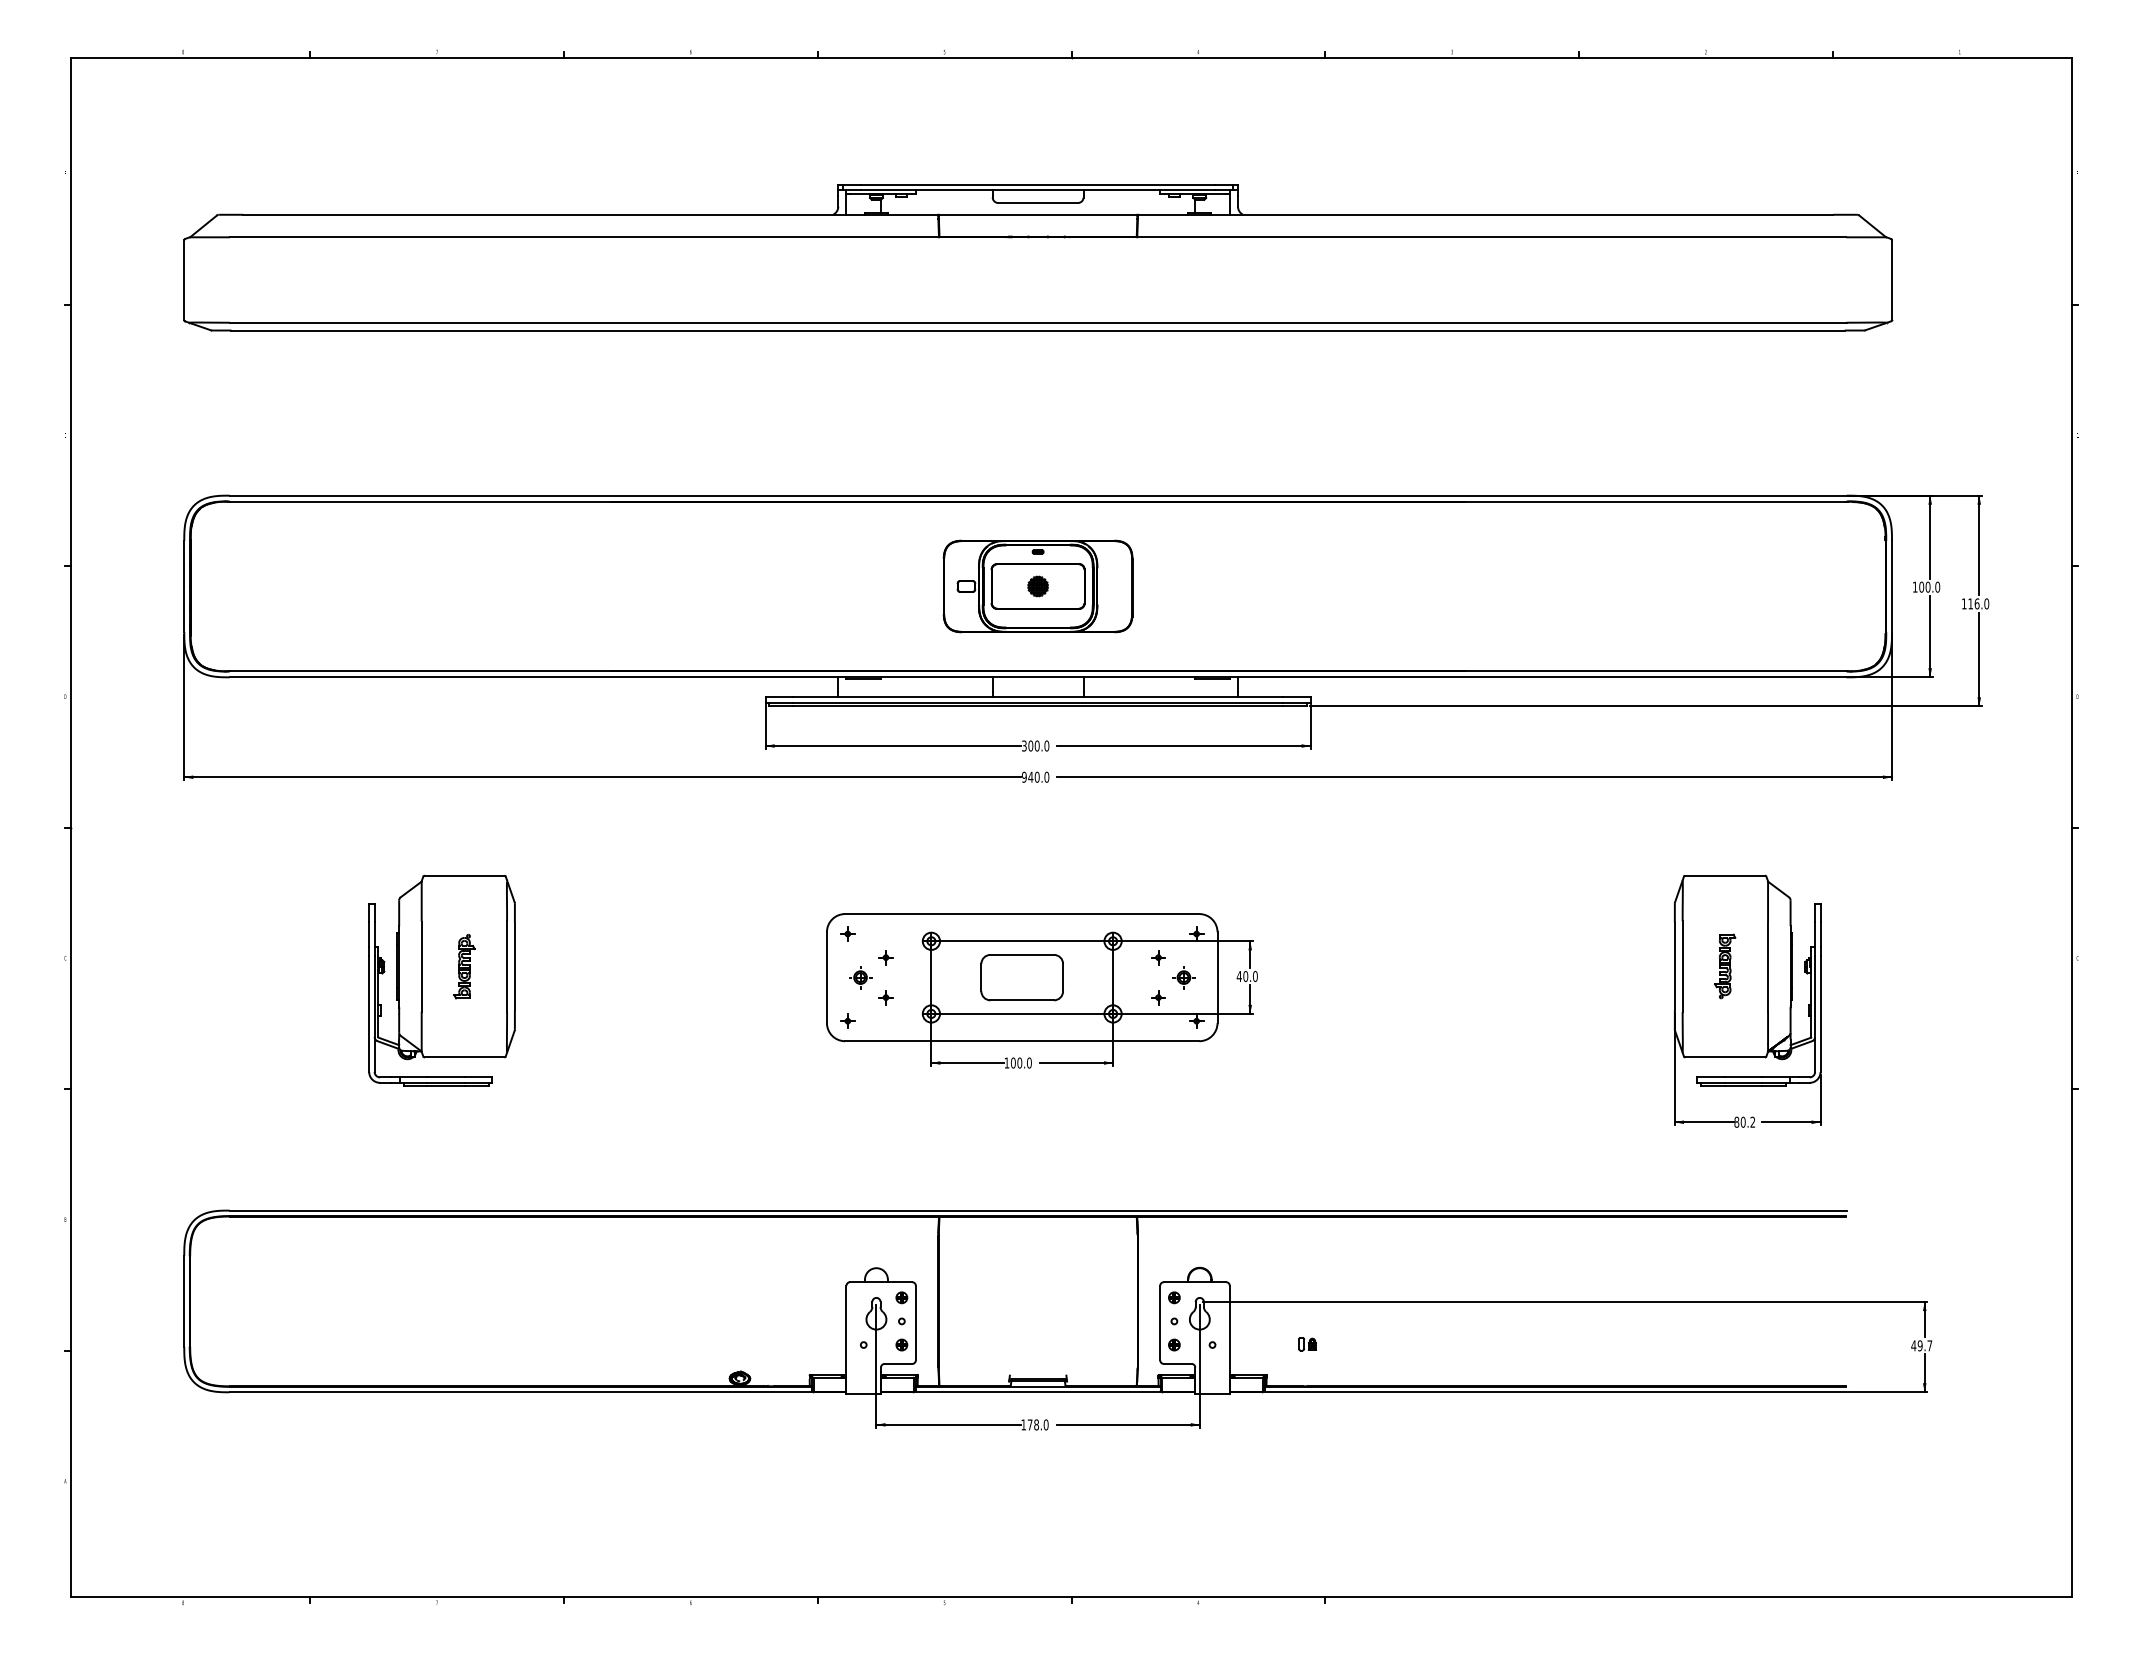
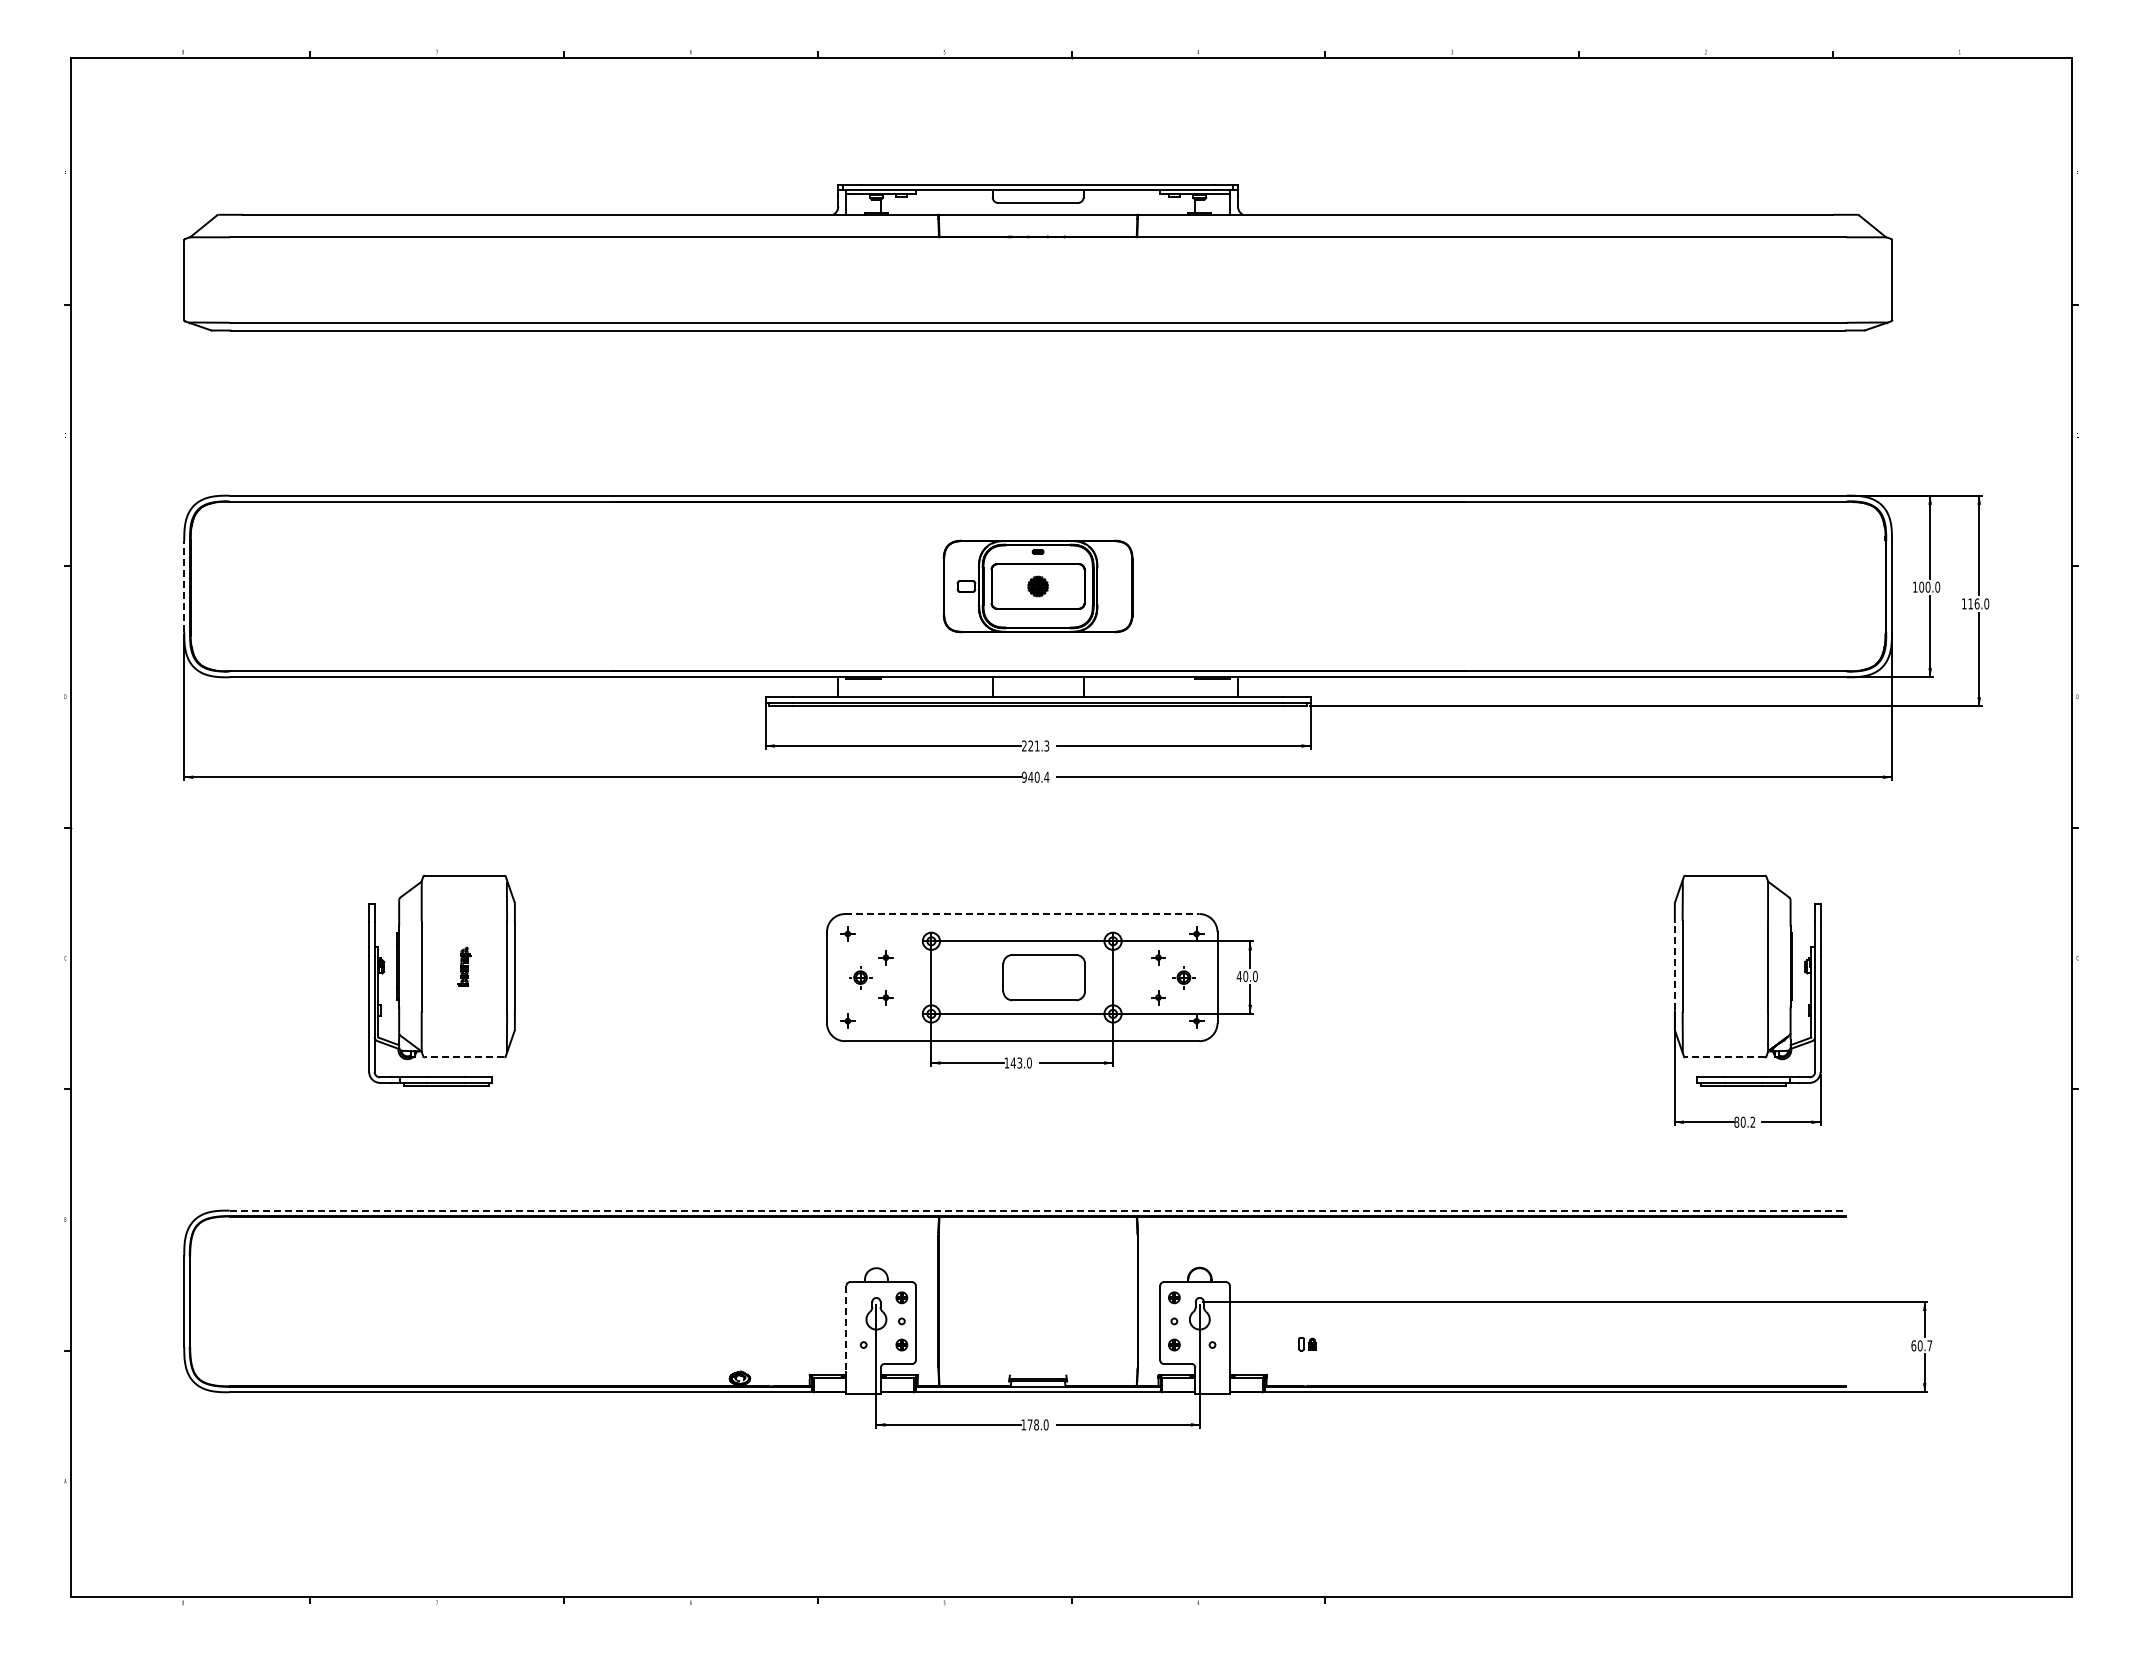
line at (184, 586): solid -> dashed
text at (1035, 745): 300.0 -> 221.3
text at (1046, 776): 940.0 -> 940.4
line at (1022, 914): solid -> dashed
part at (464, 966) size: 23x66 px -> 15x41 px
line at (1674, 966): solid -> dashed
part at (1725, 966): present -> none
part at (1021, 977) position: (1021, 977) -> (1043, 977)
line at (464, 1057): solid -> dashed
line at (1725, 1057): solid -> dashed
text at (1016, 1062): 100.0 -> 143.0
line at (1038, 1210): solid -> dashed
line at (846, 1328): solid -> dashed
text at (1916, 1345): 49.7 -> 60.7
